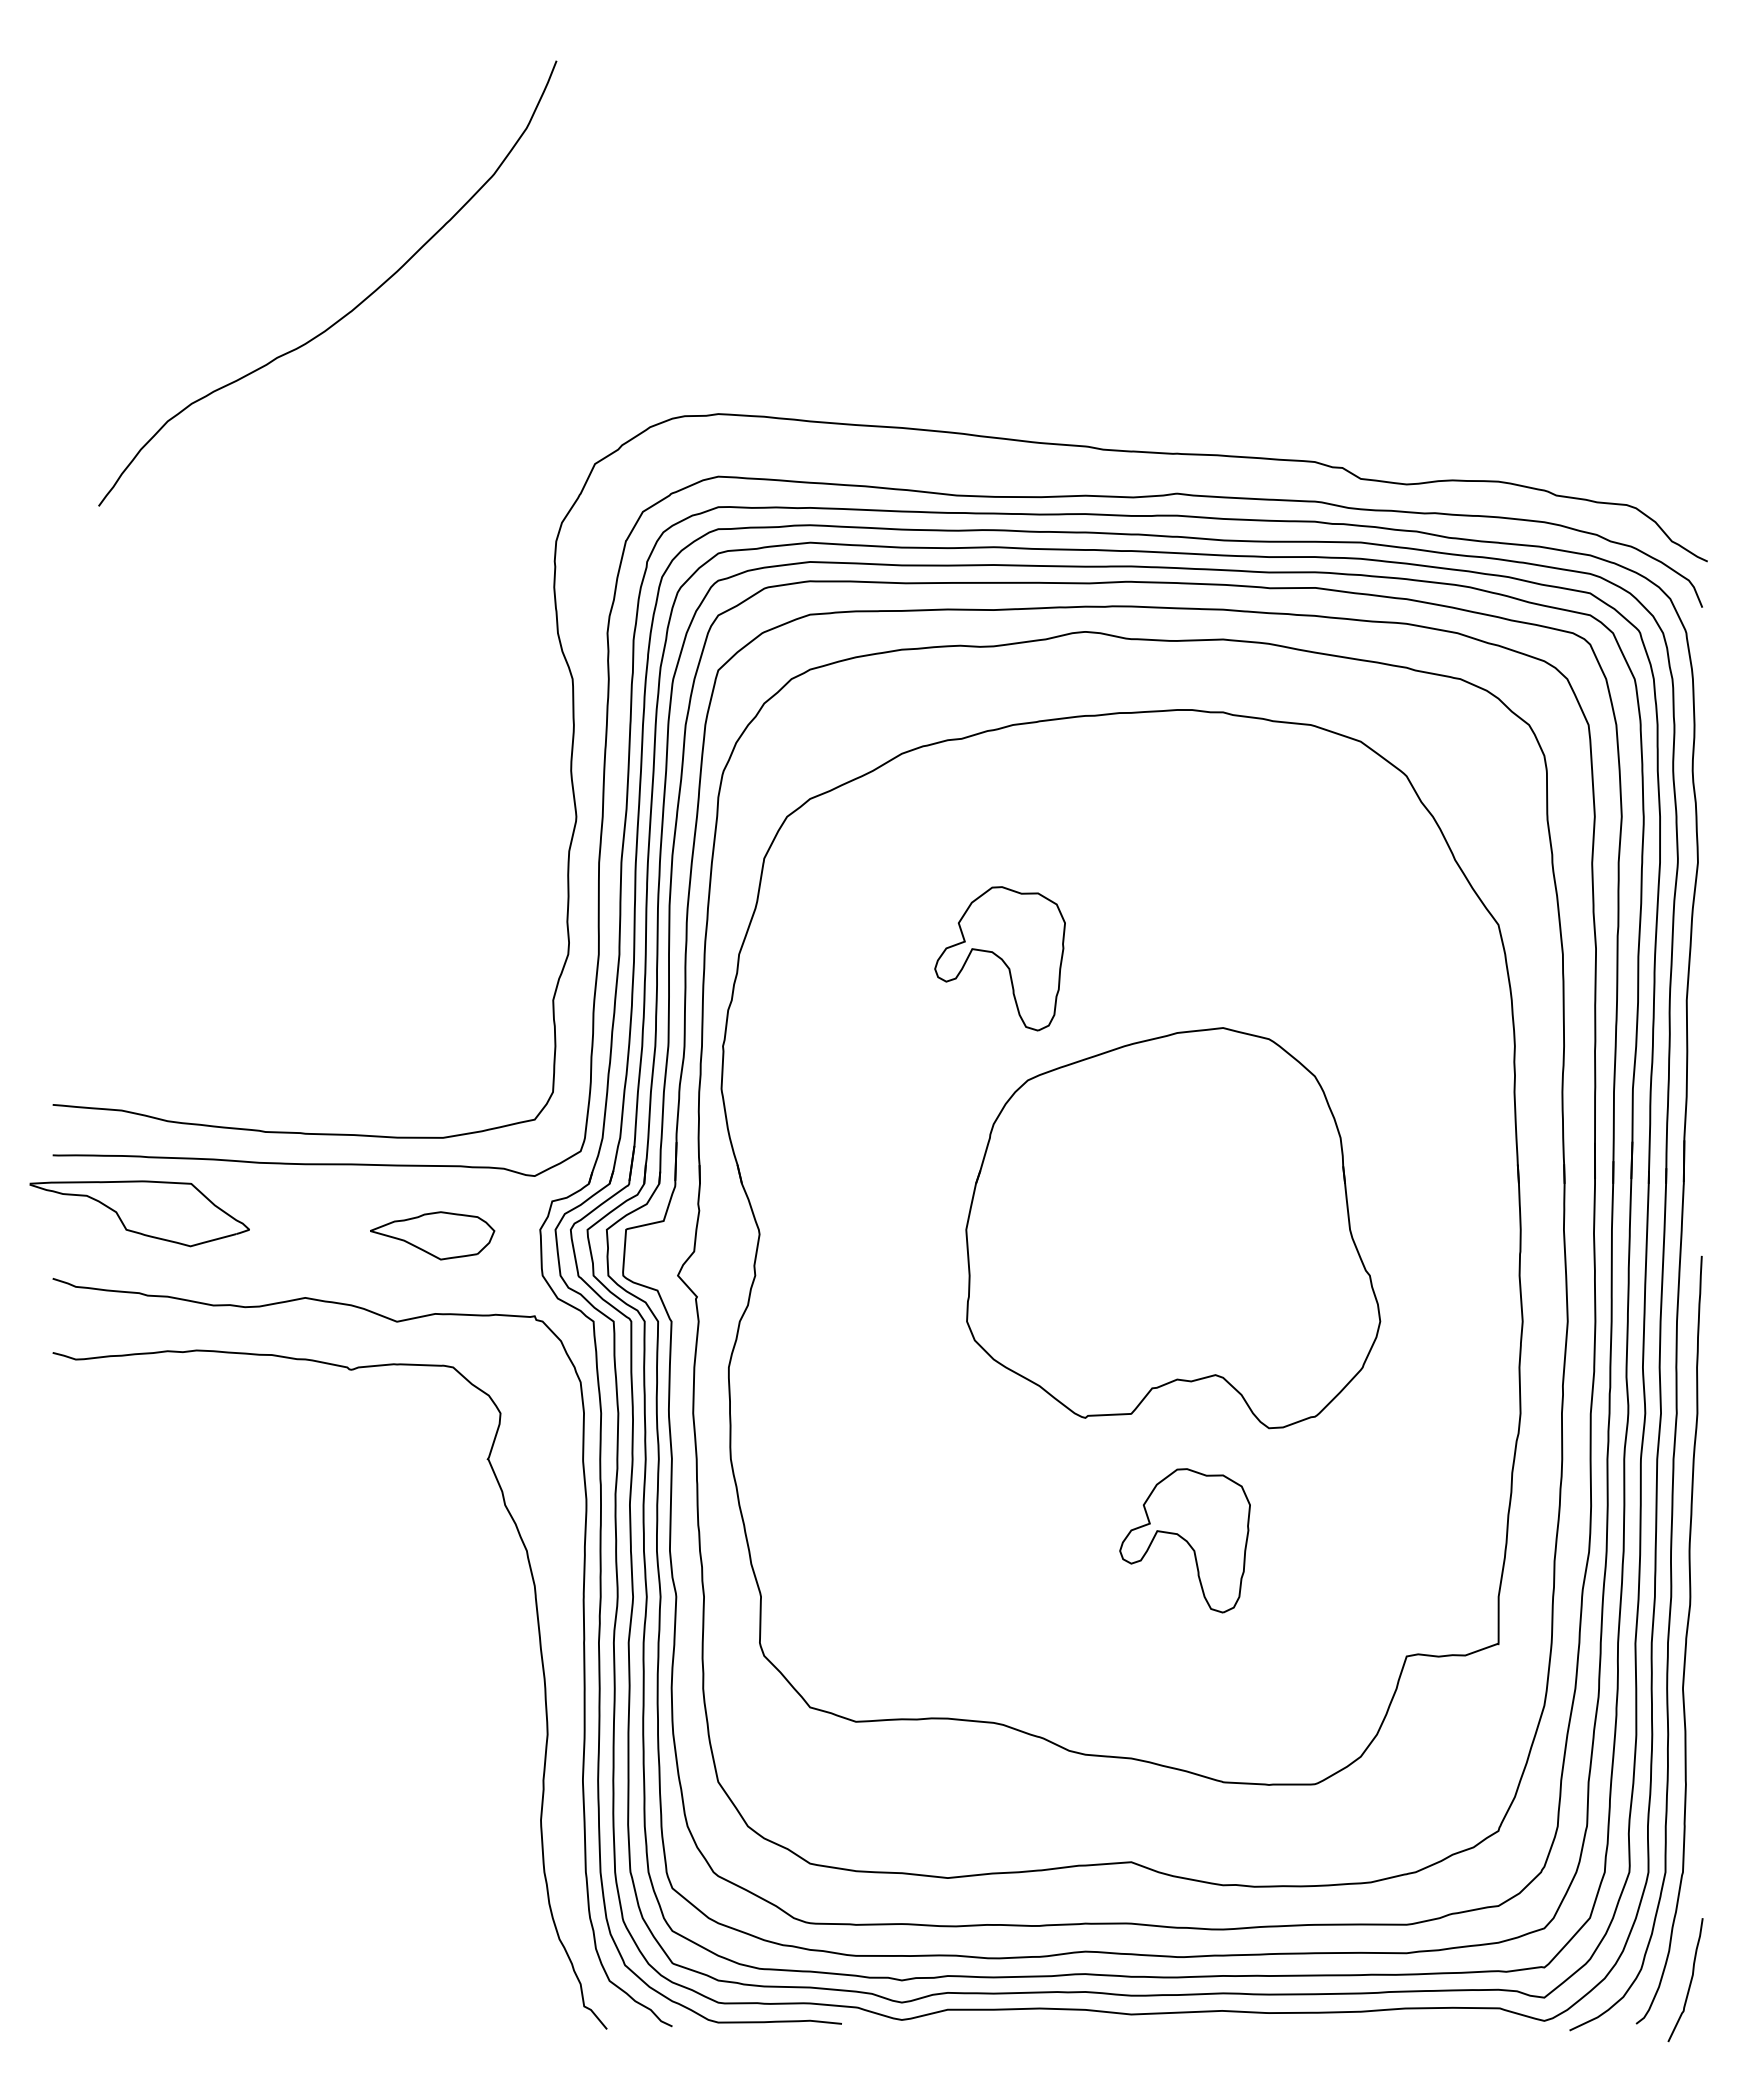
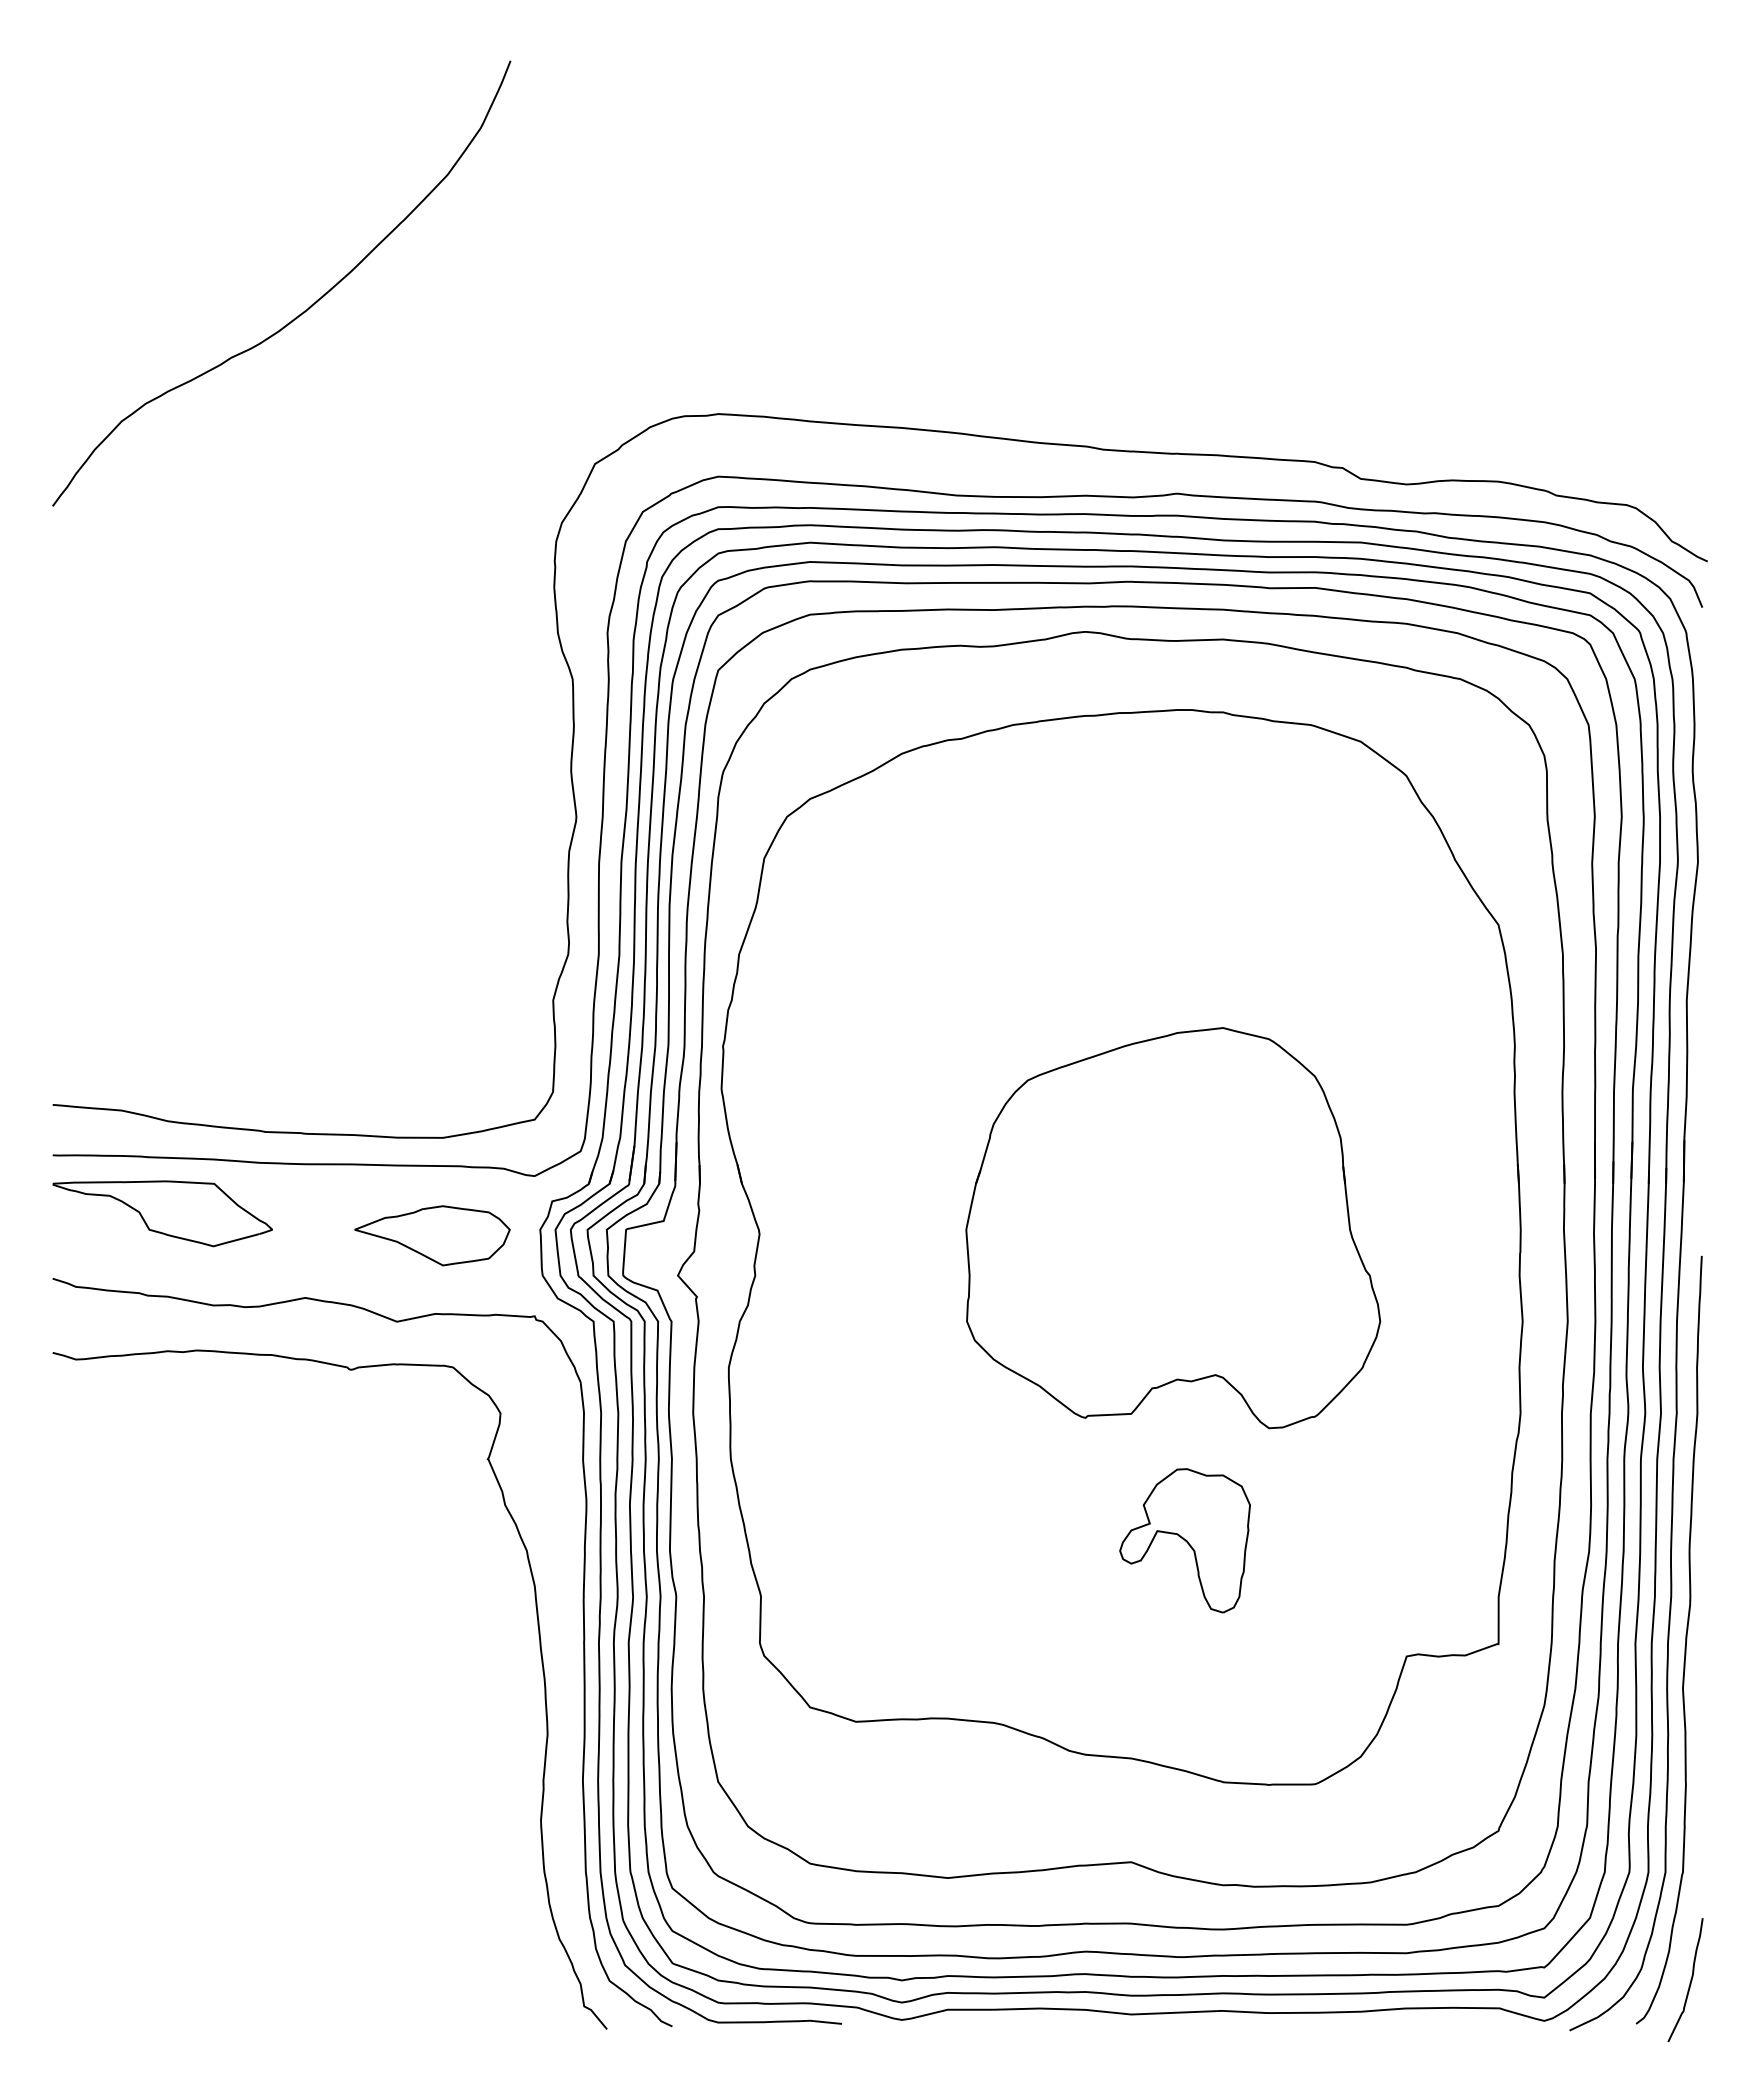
curve at (350, 310) position: (350, 310) -> (304, 310)
part at (999, 958): present -> none
part at (139, 1213) position: (139, 1213) -> (162, 1213)
part at (432, 1235) size: 126x50 px -> 157x62 px
